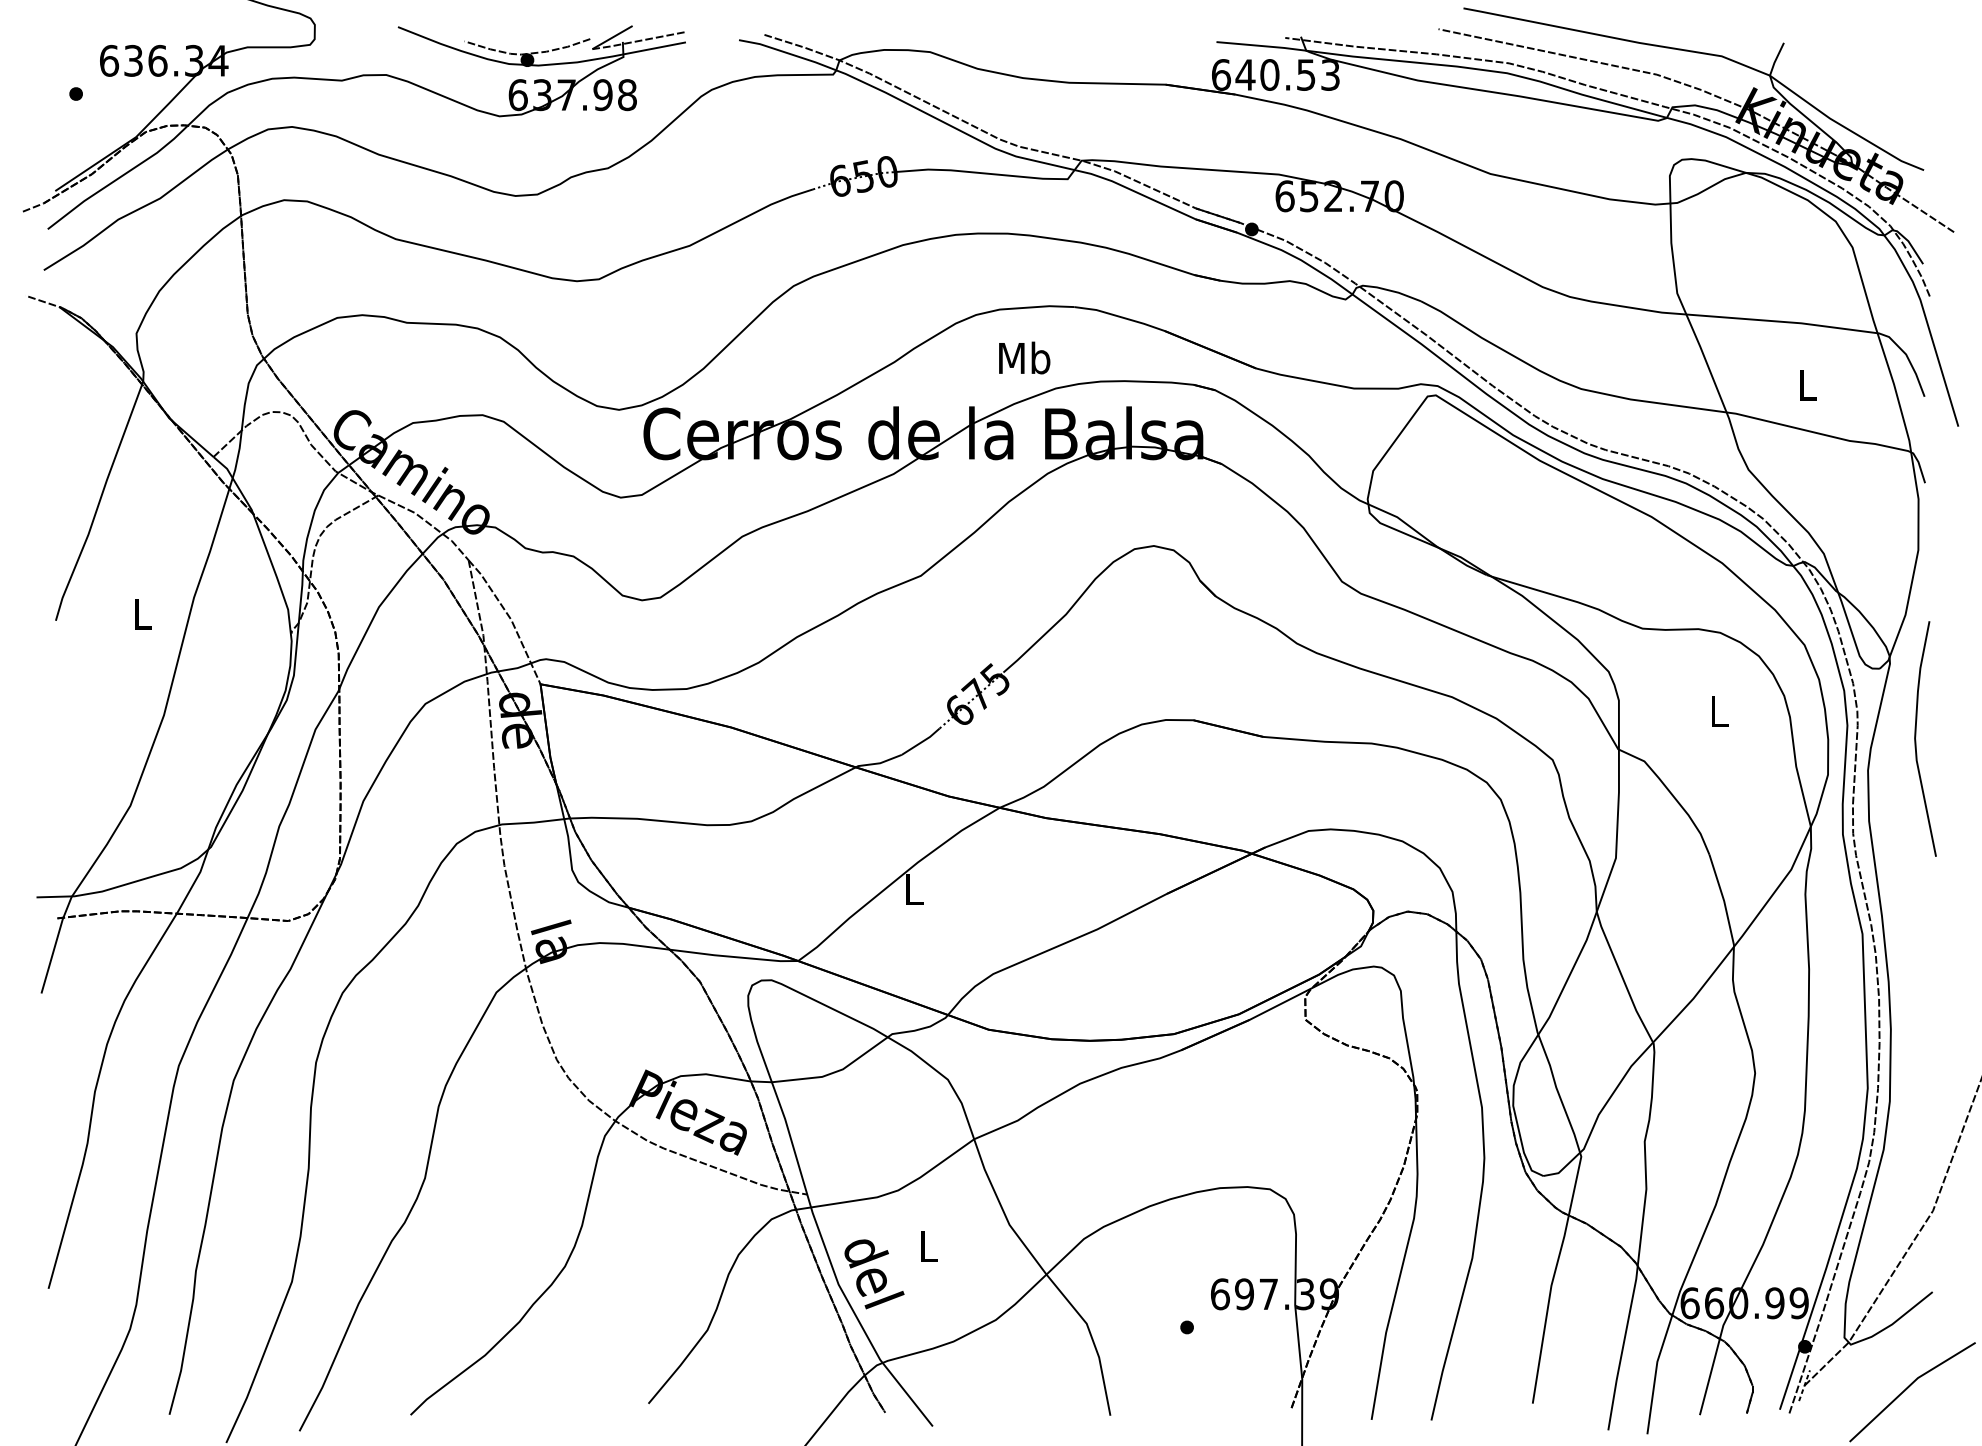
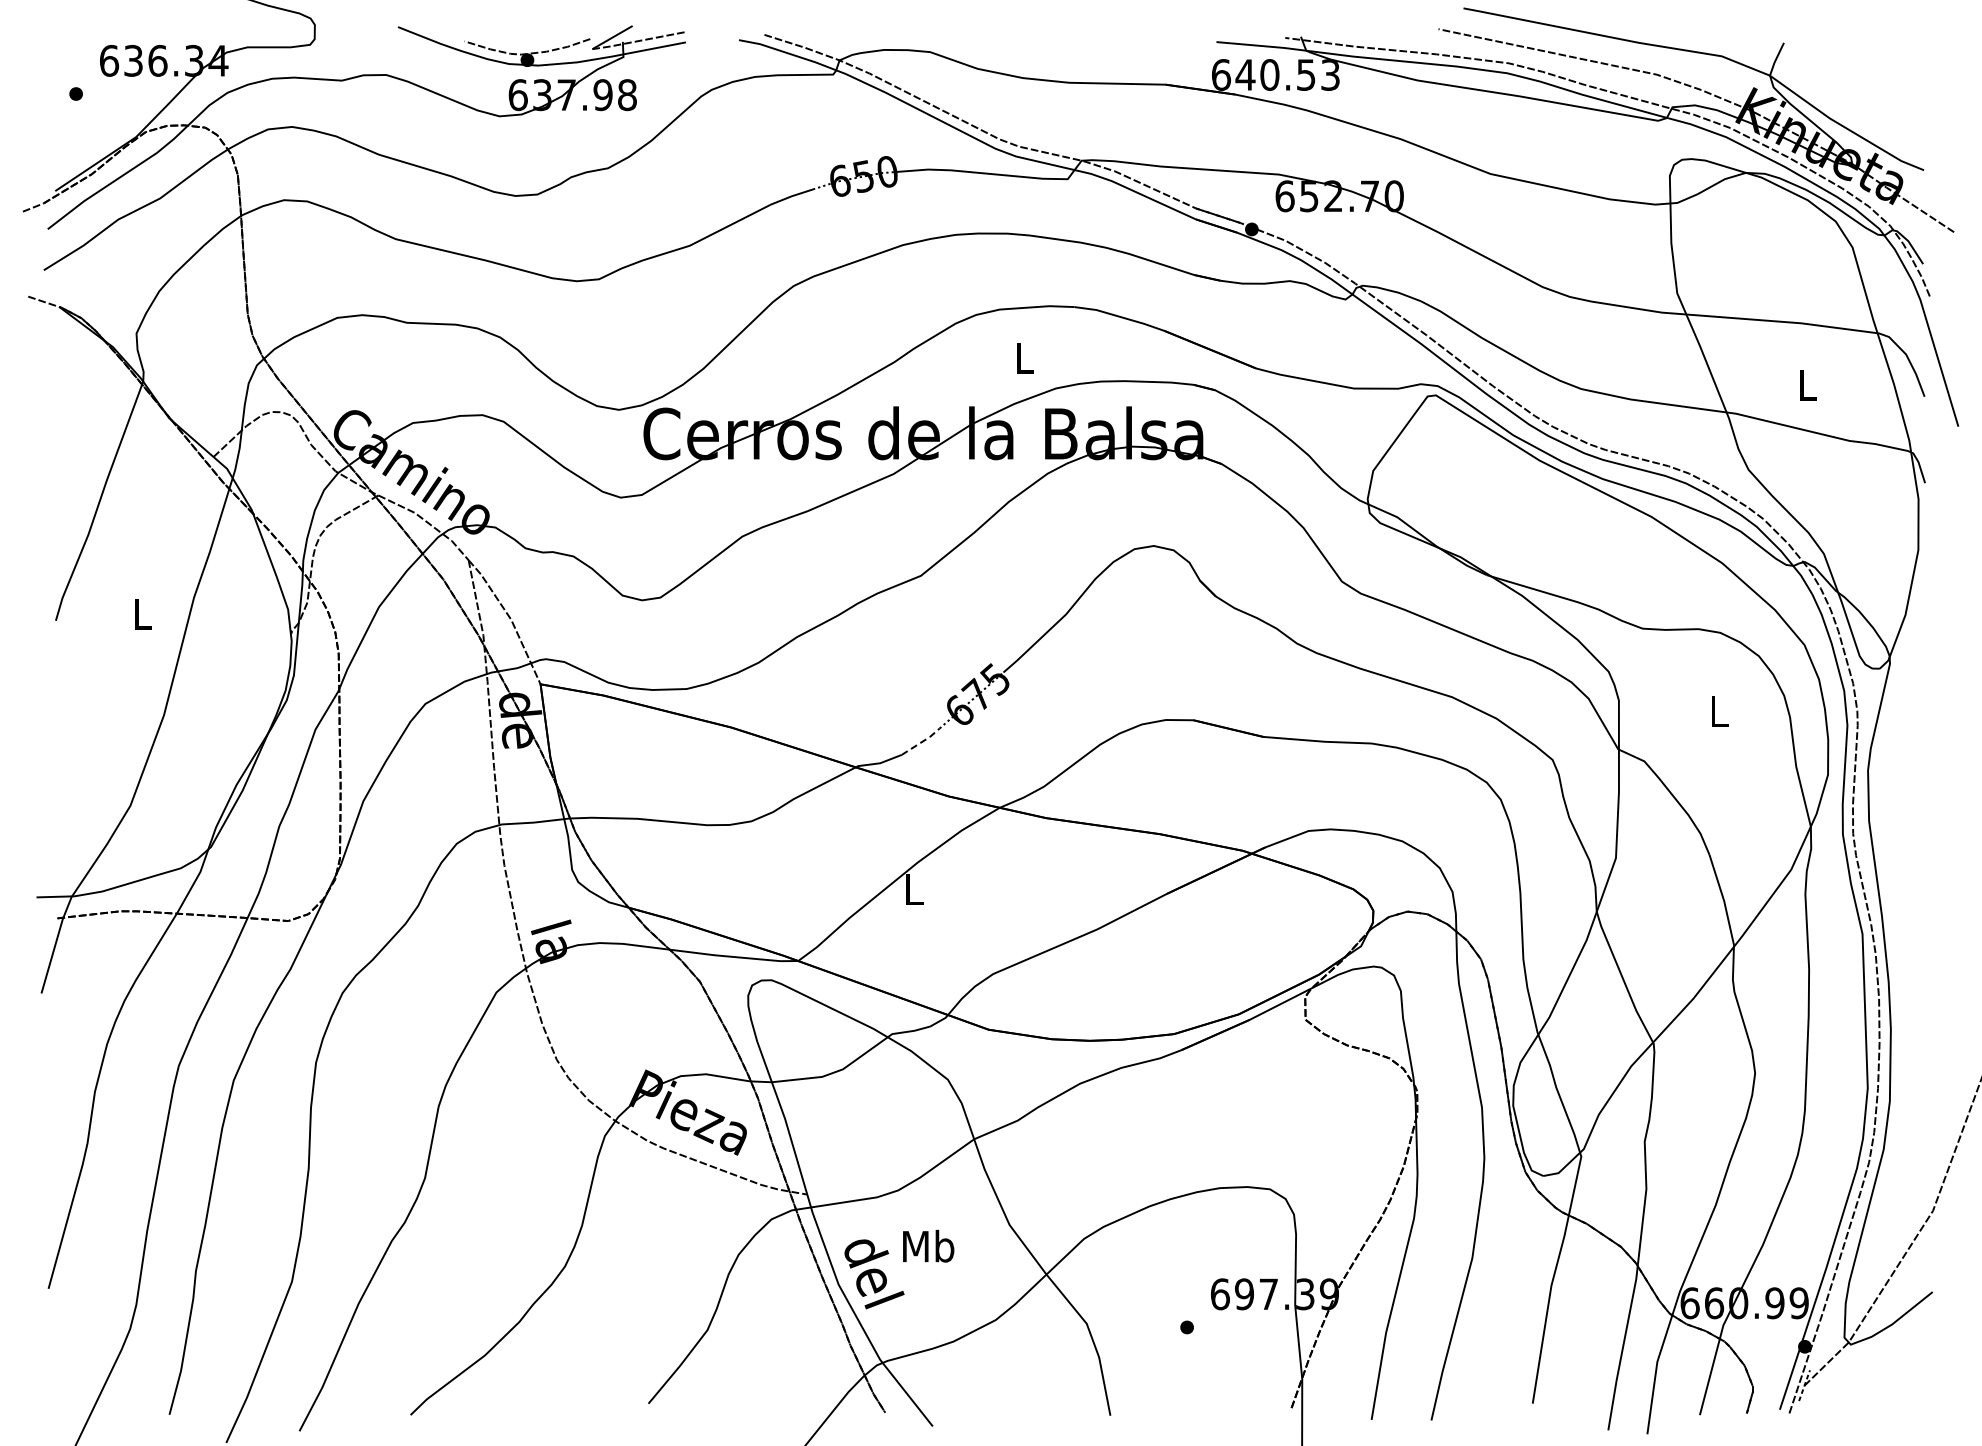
text at (1024, 357): Mb -> L
curve at (1916, 736): present -> none
line at (921, 742): solid -> dashed
text at (928, 1245): L -> Mb
line at (1908, 1388): present -> none
